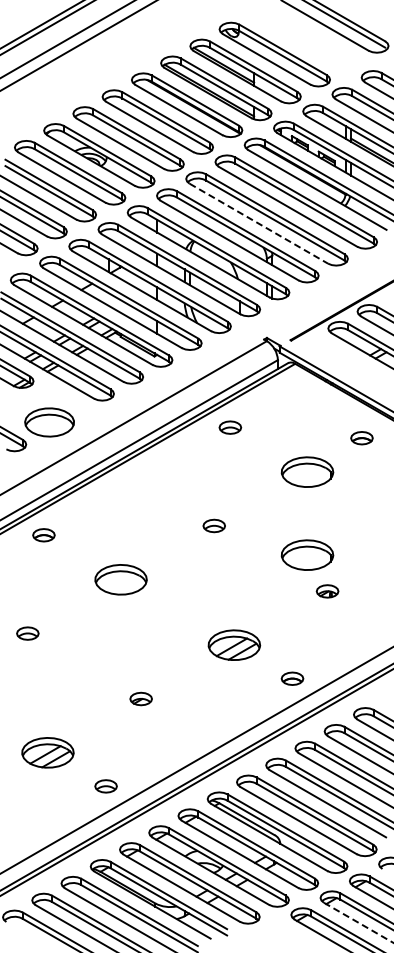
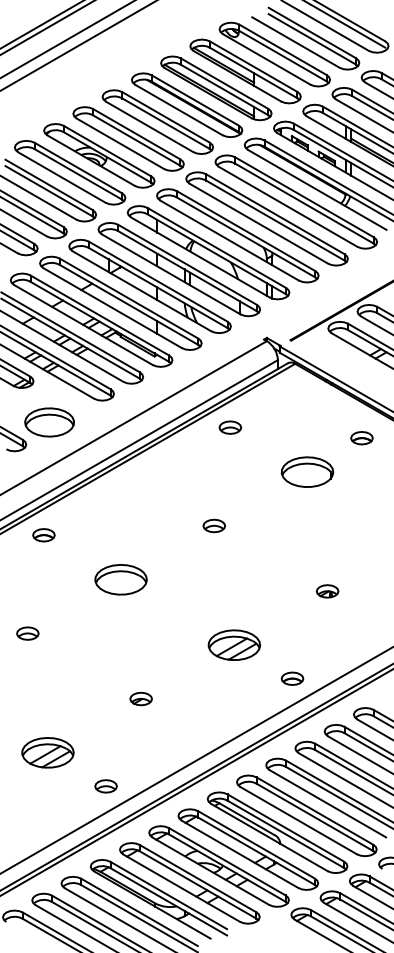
part at (305, 38): none -> present
line at (258, 223): dashed -> solid
part at (307, 554): present -> none
line at (358, 922): dashed -> solid
